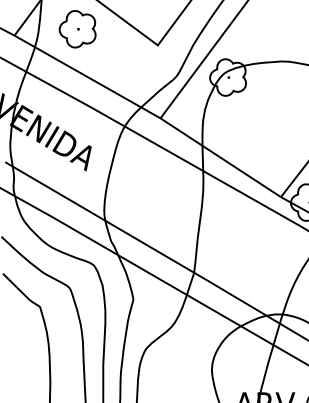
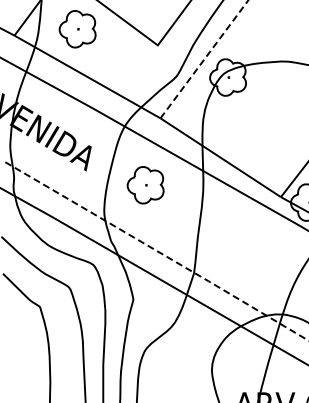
line at (204, 59): solid -> dashed
part at (145, 185): none -> present
line at (157, 251): solid -> dashed
